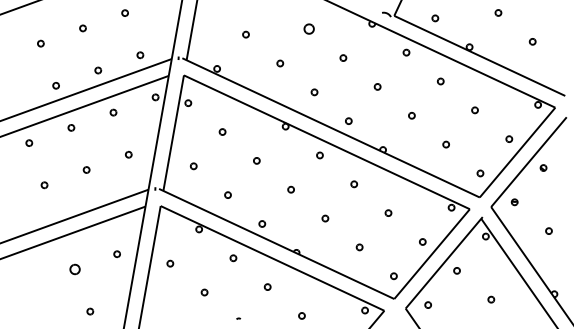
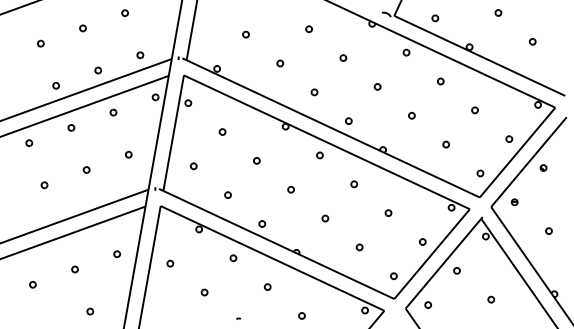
part at (308, 28) size: 12x12 px -> 8x9 px
part at (74, 269) size: 12x13 px -> 8x9 px
part at (32, 284): none -> present
